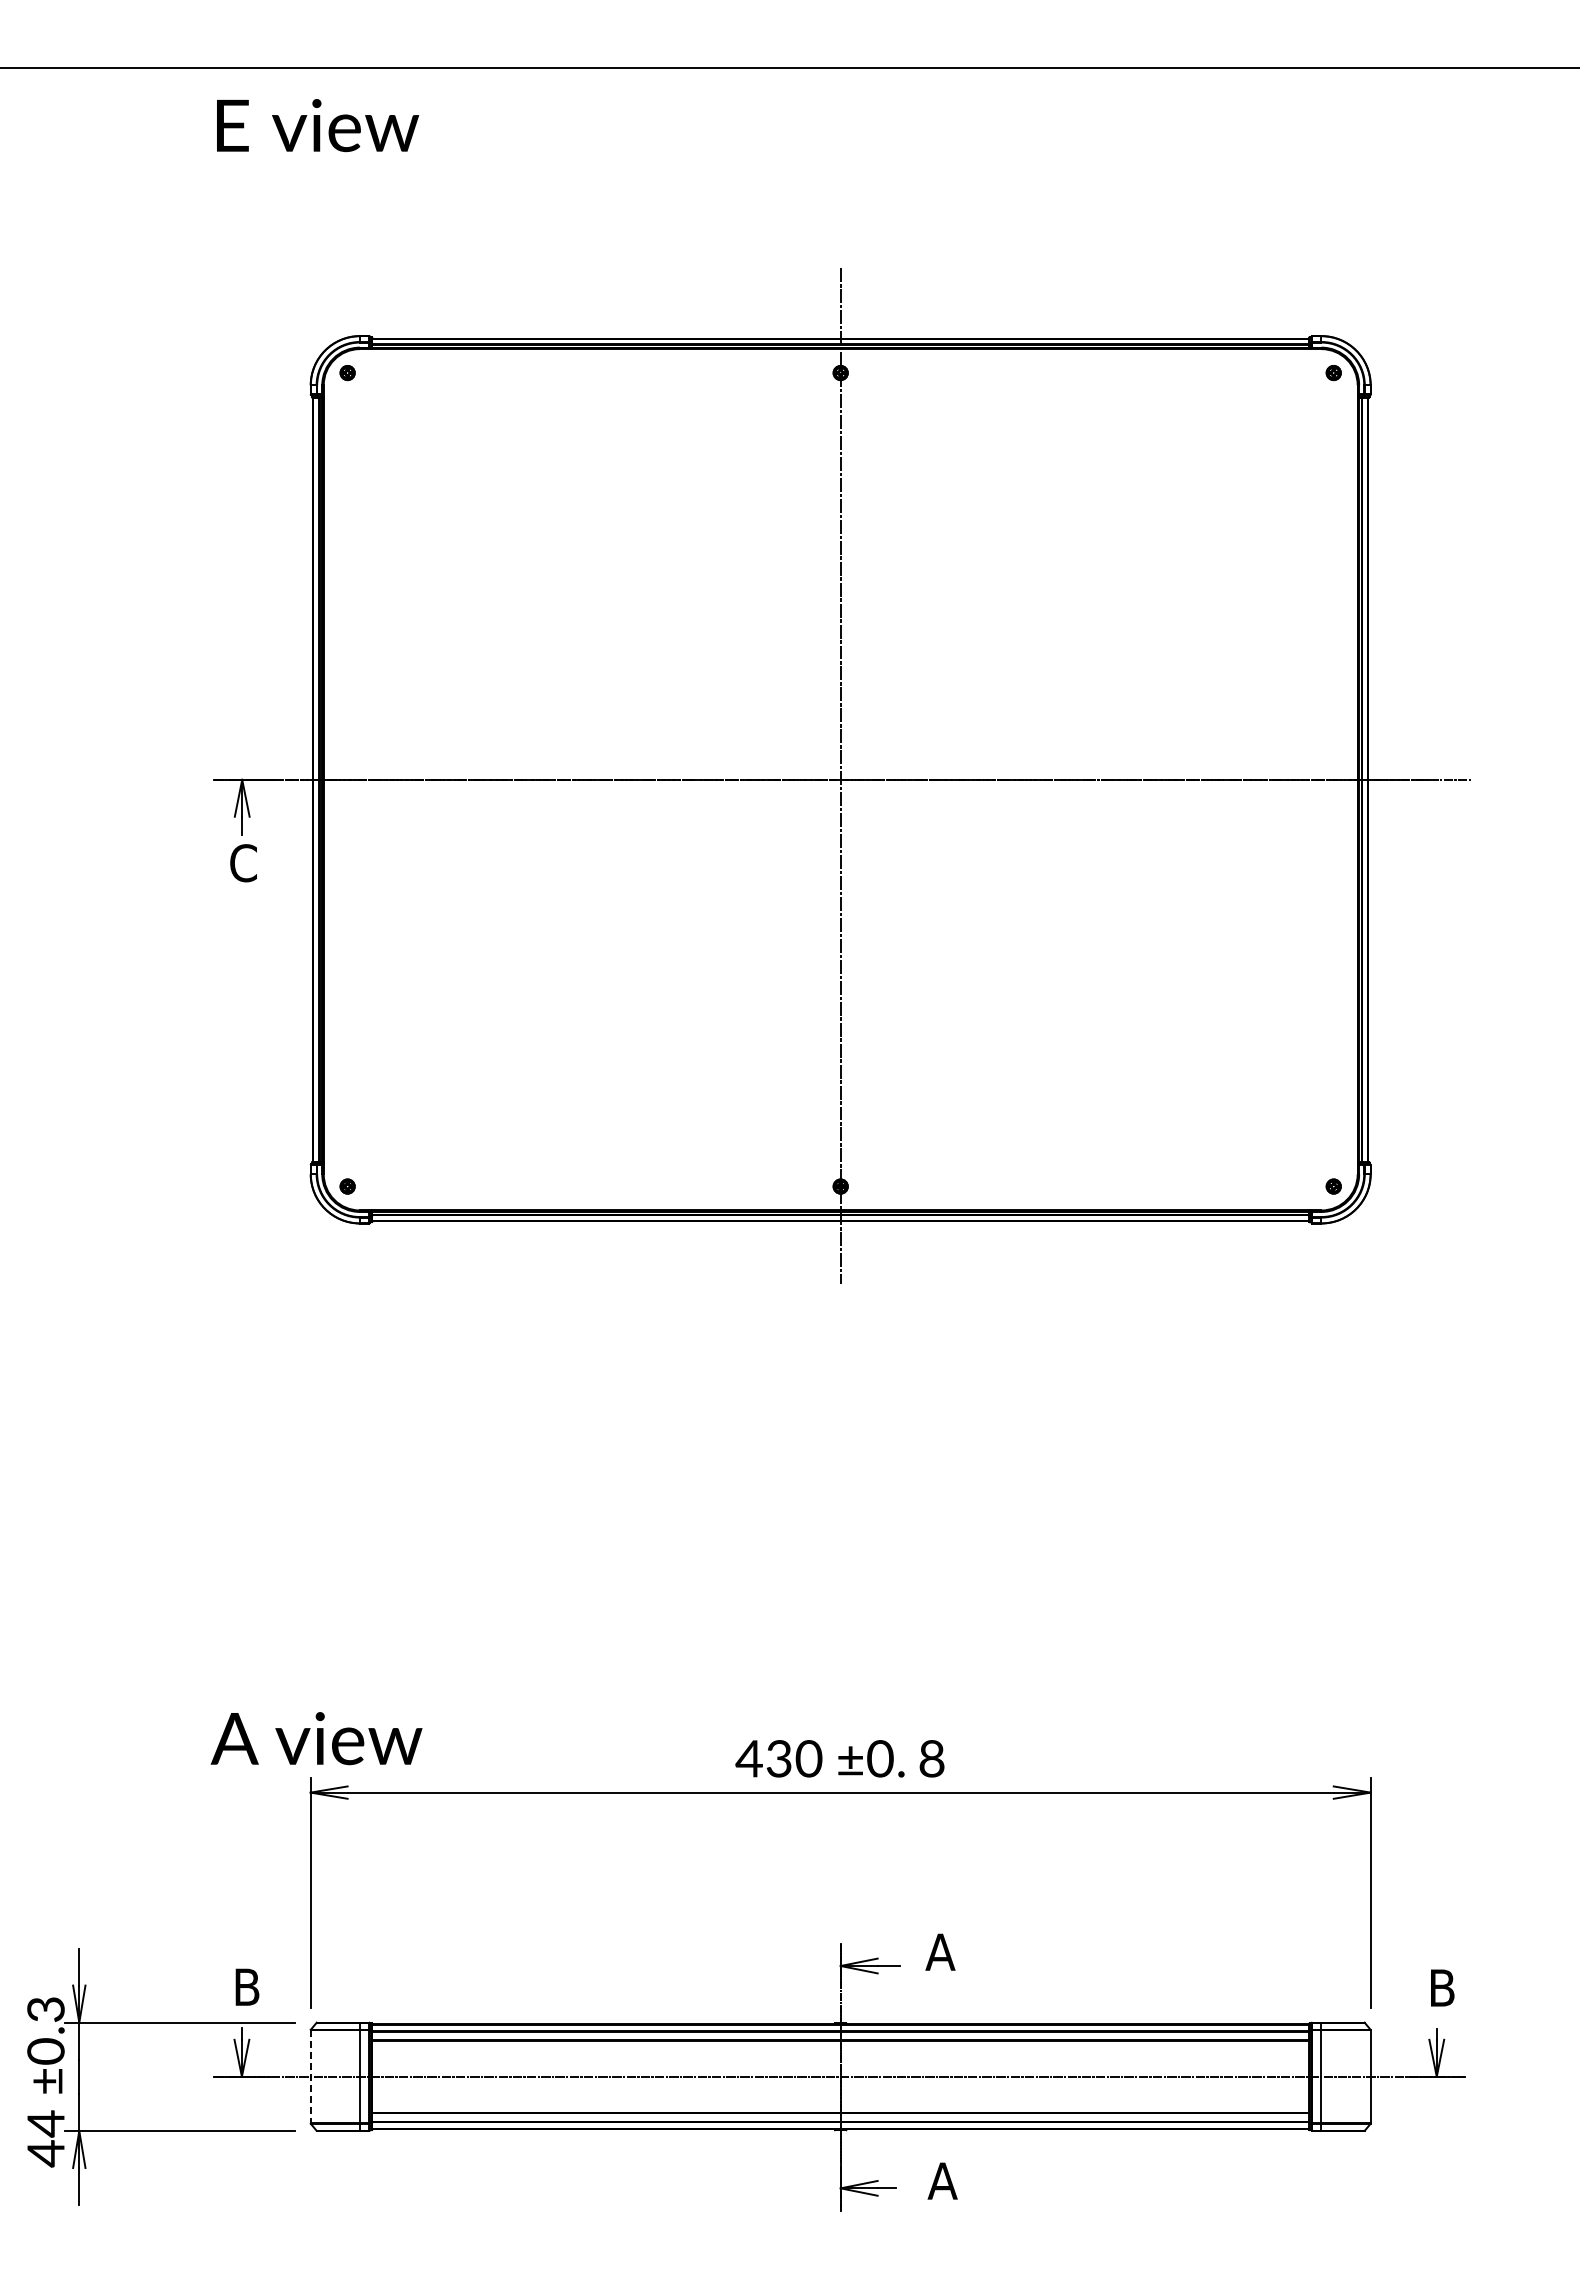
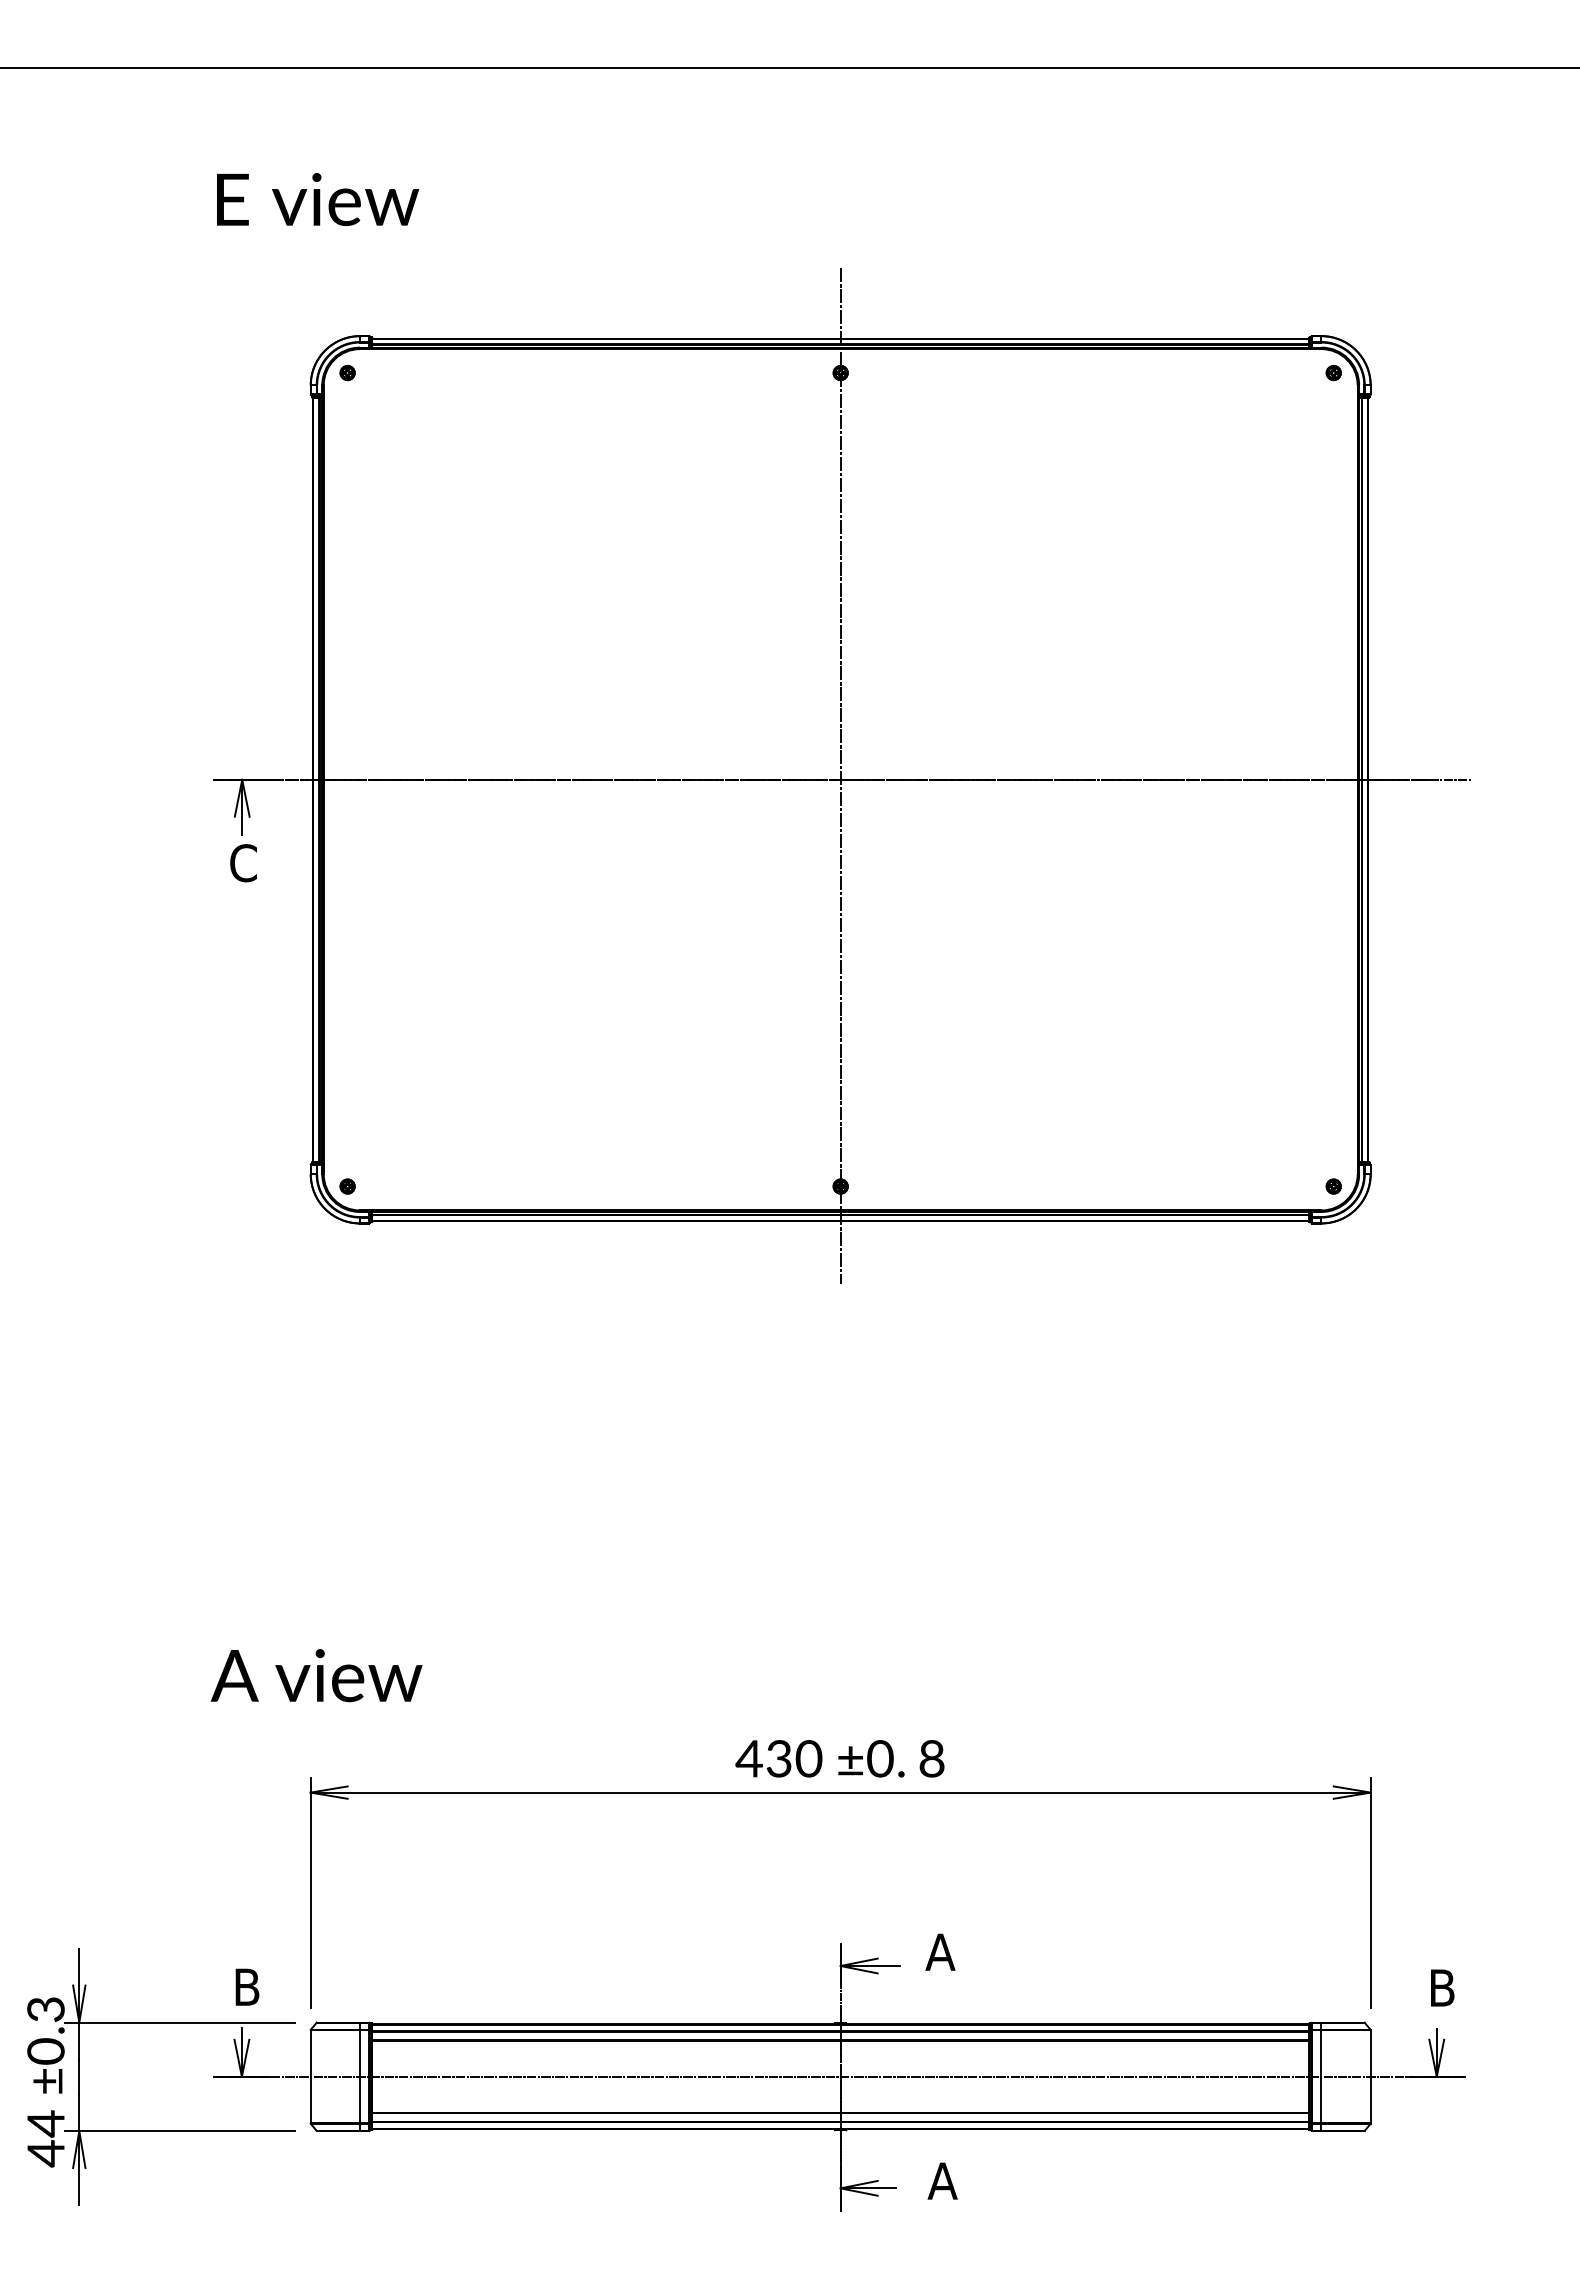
text at (318, 125) position: (318, 125) -> (318, 199)
text at (316, 1738) position: (316, 1738) -> (316, 1675)
line at (310, 2076): dashed -> solid
